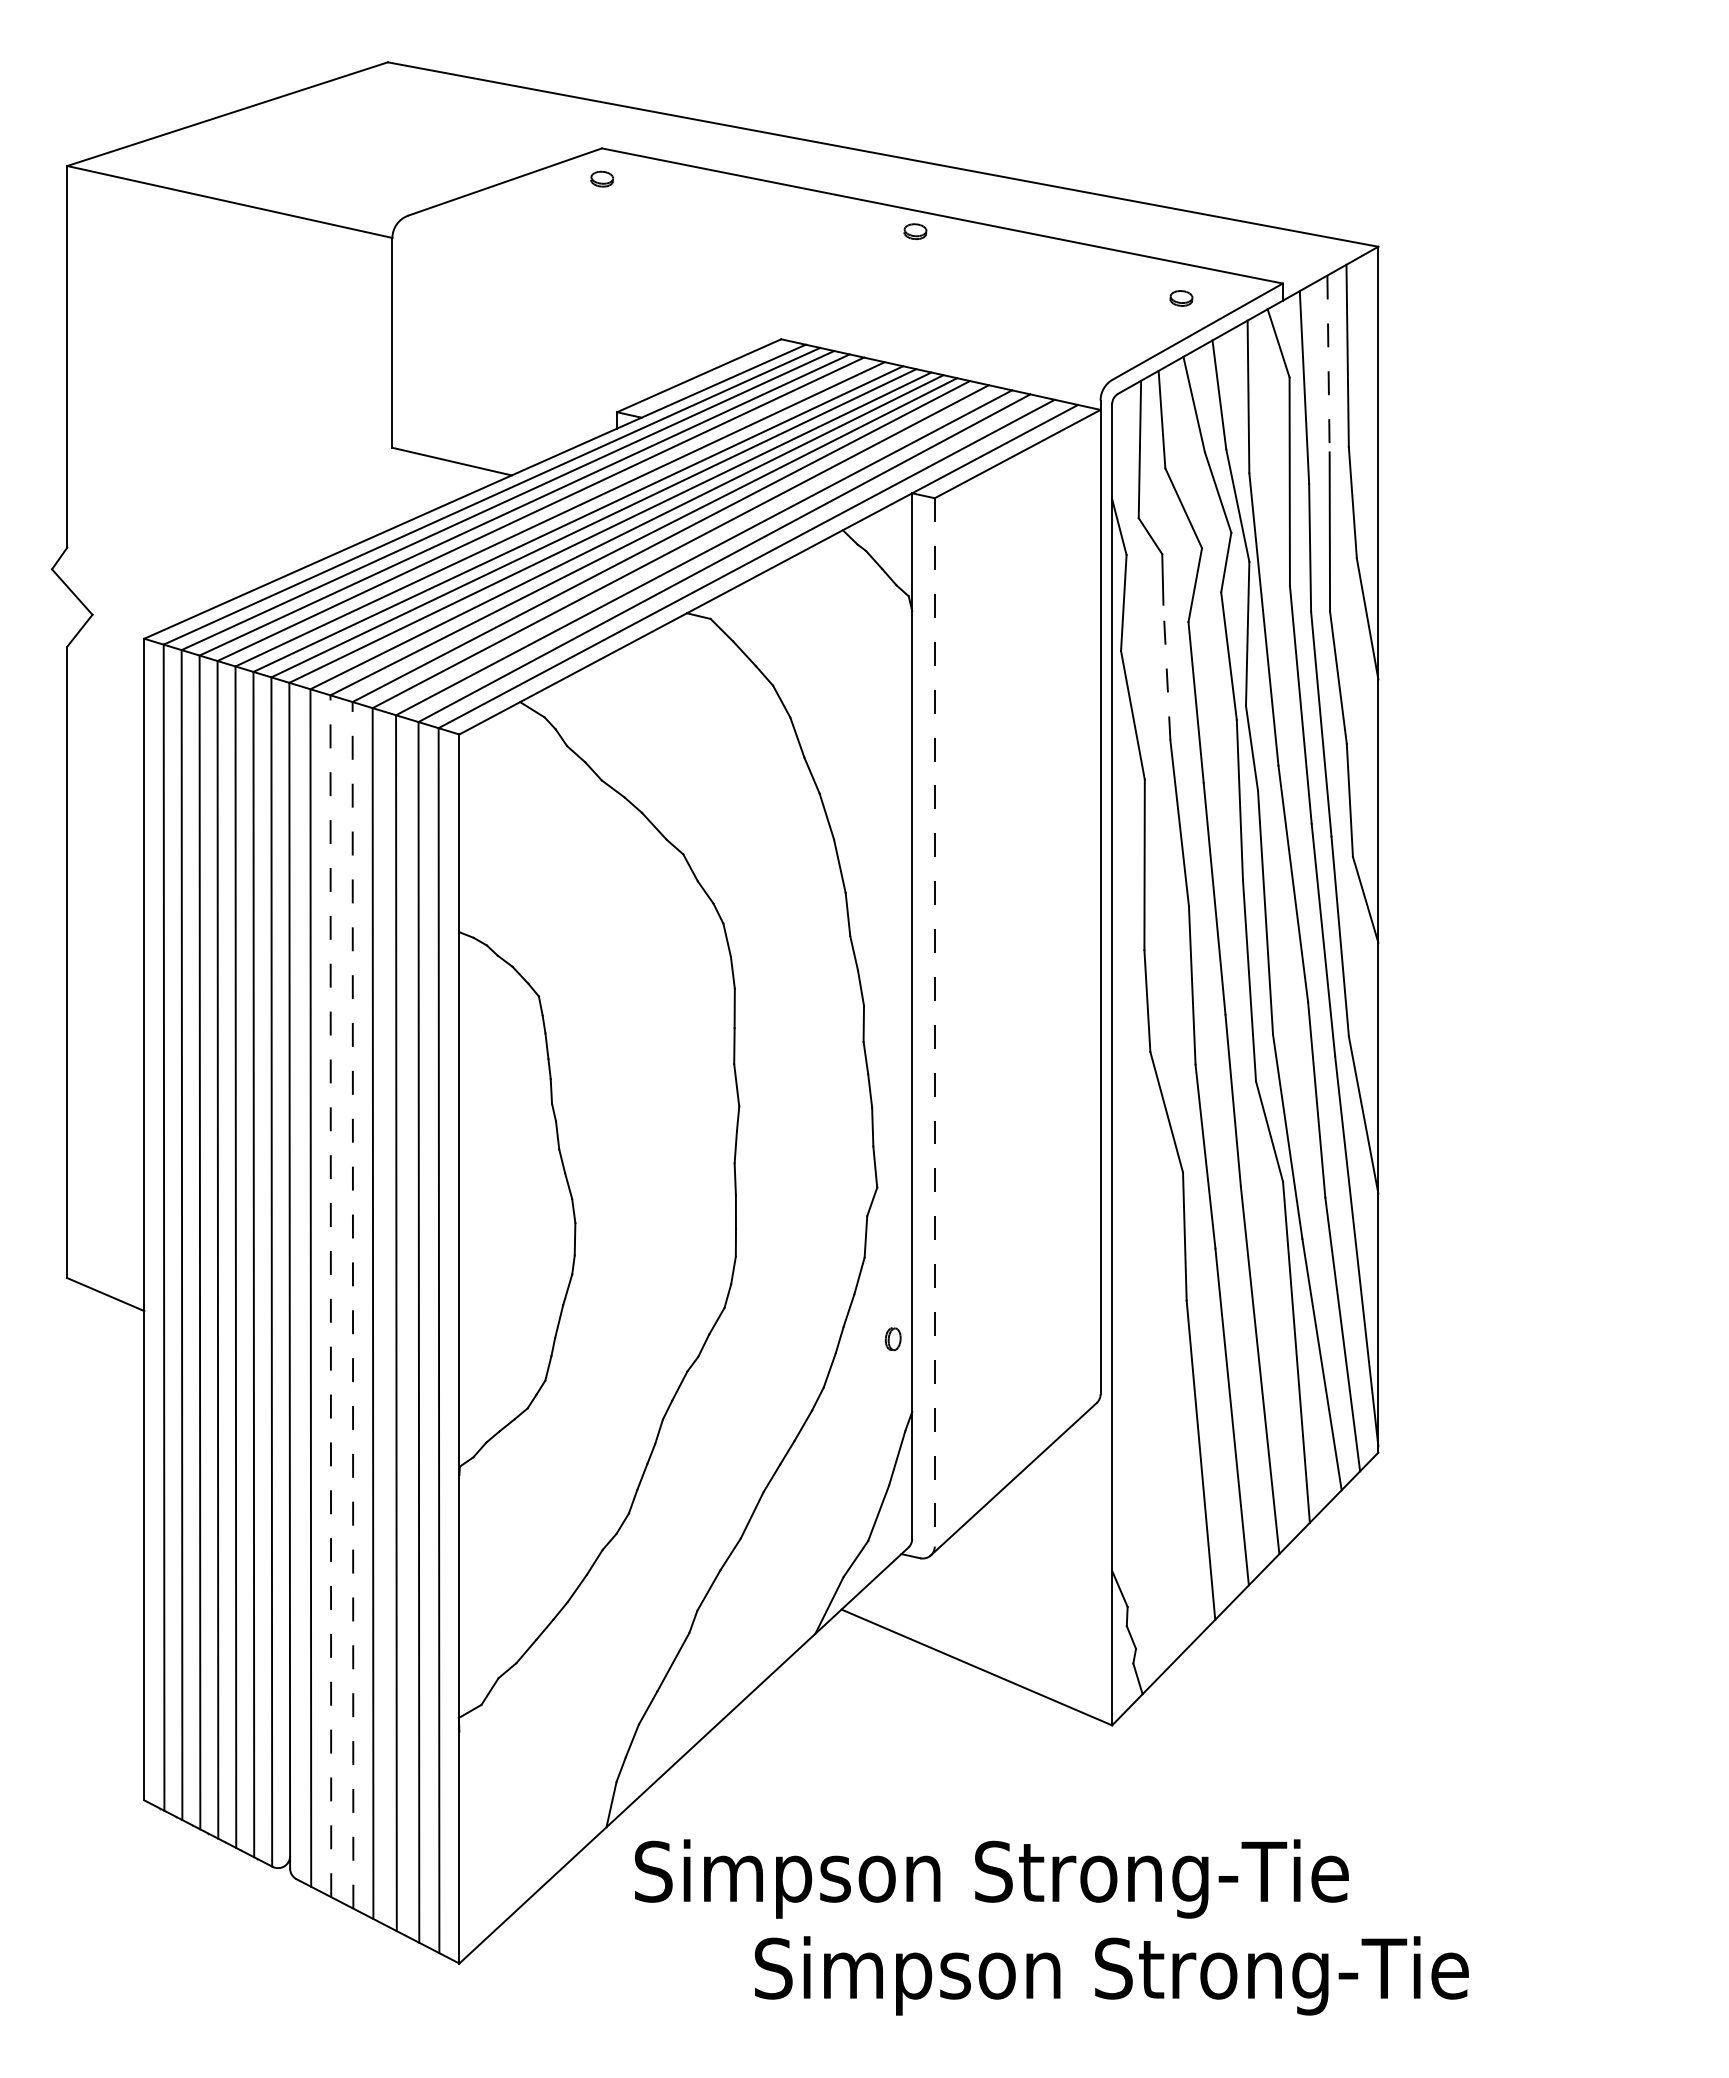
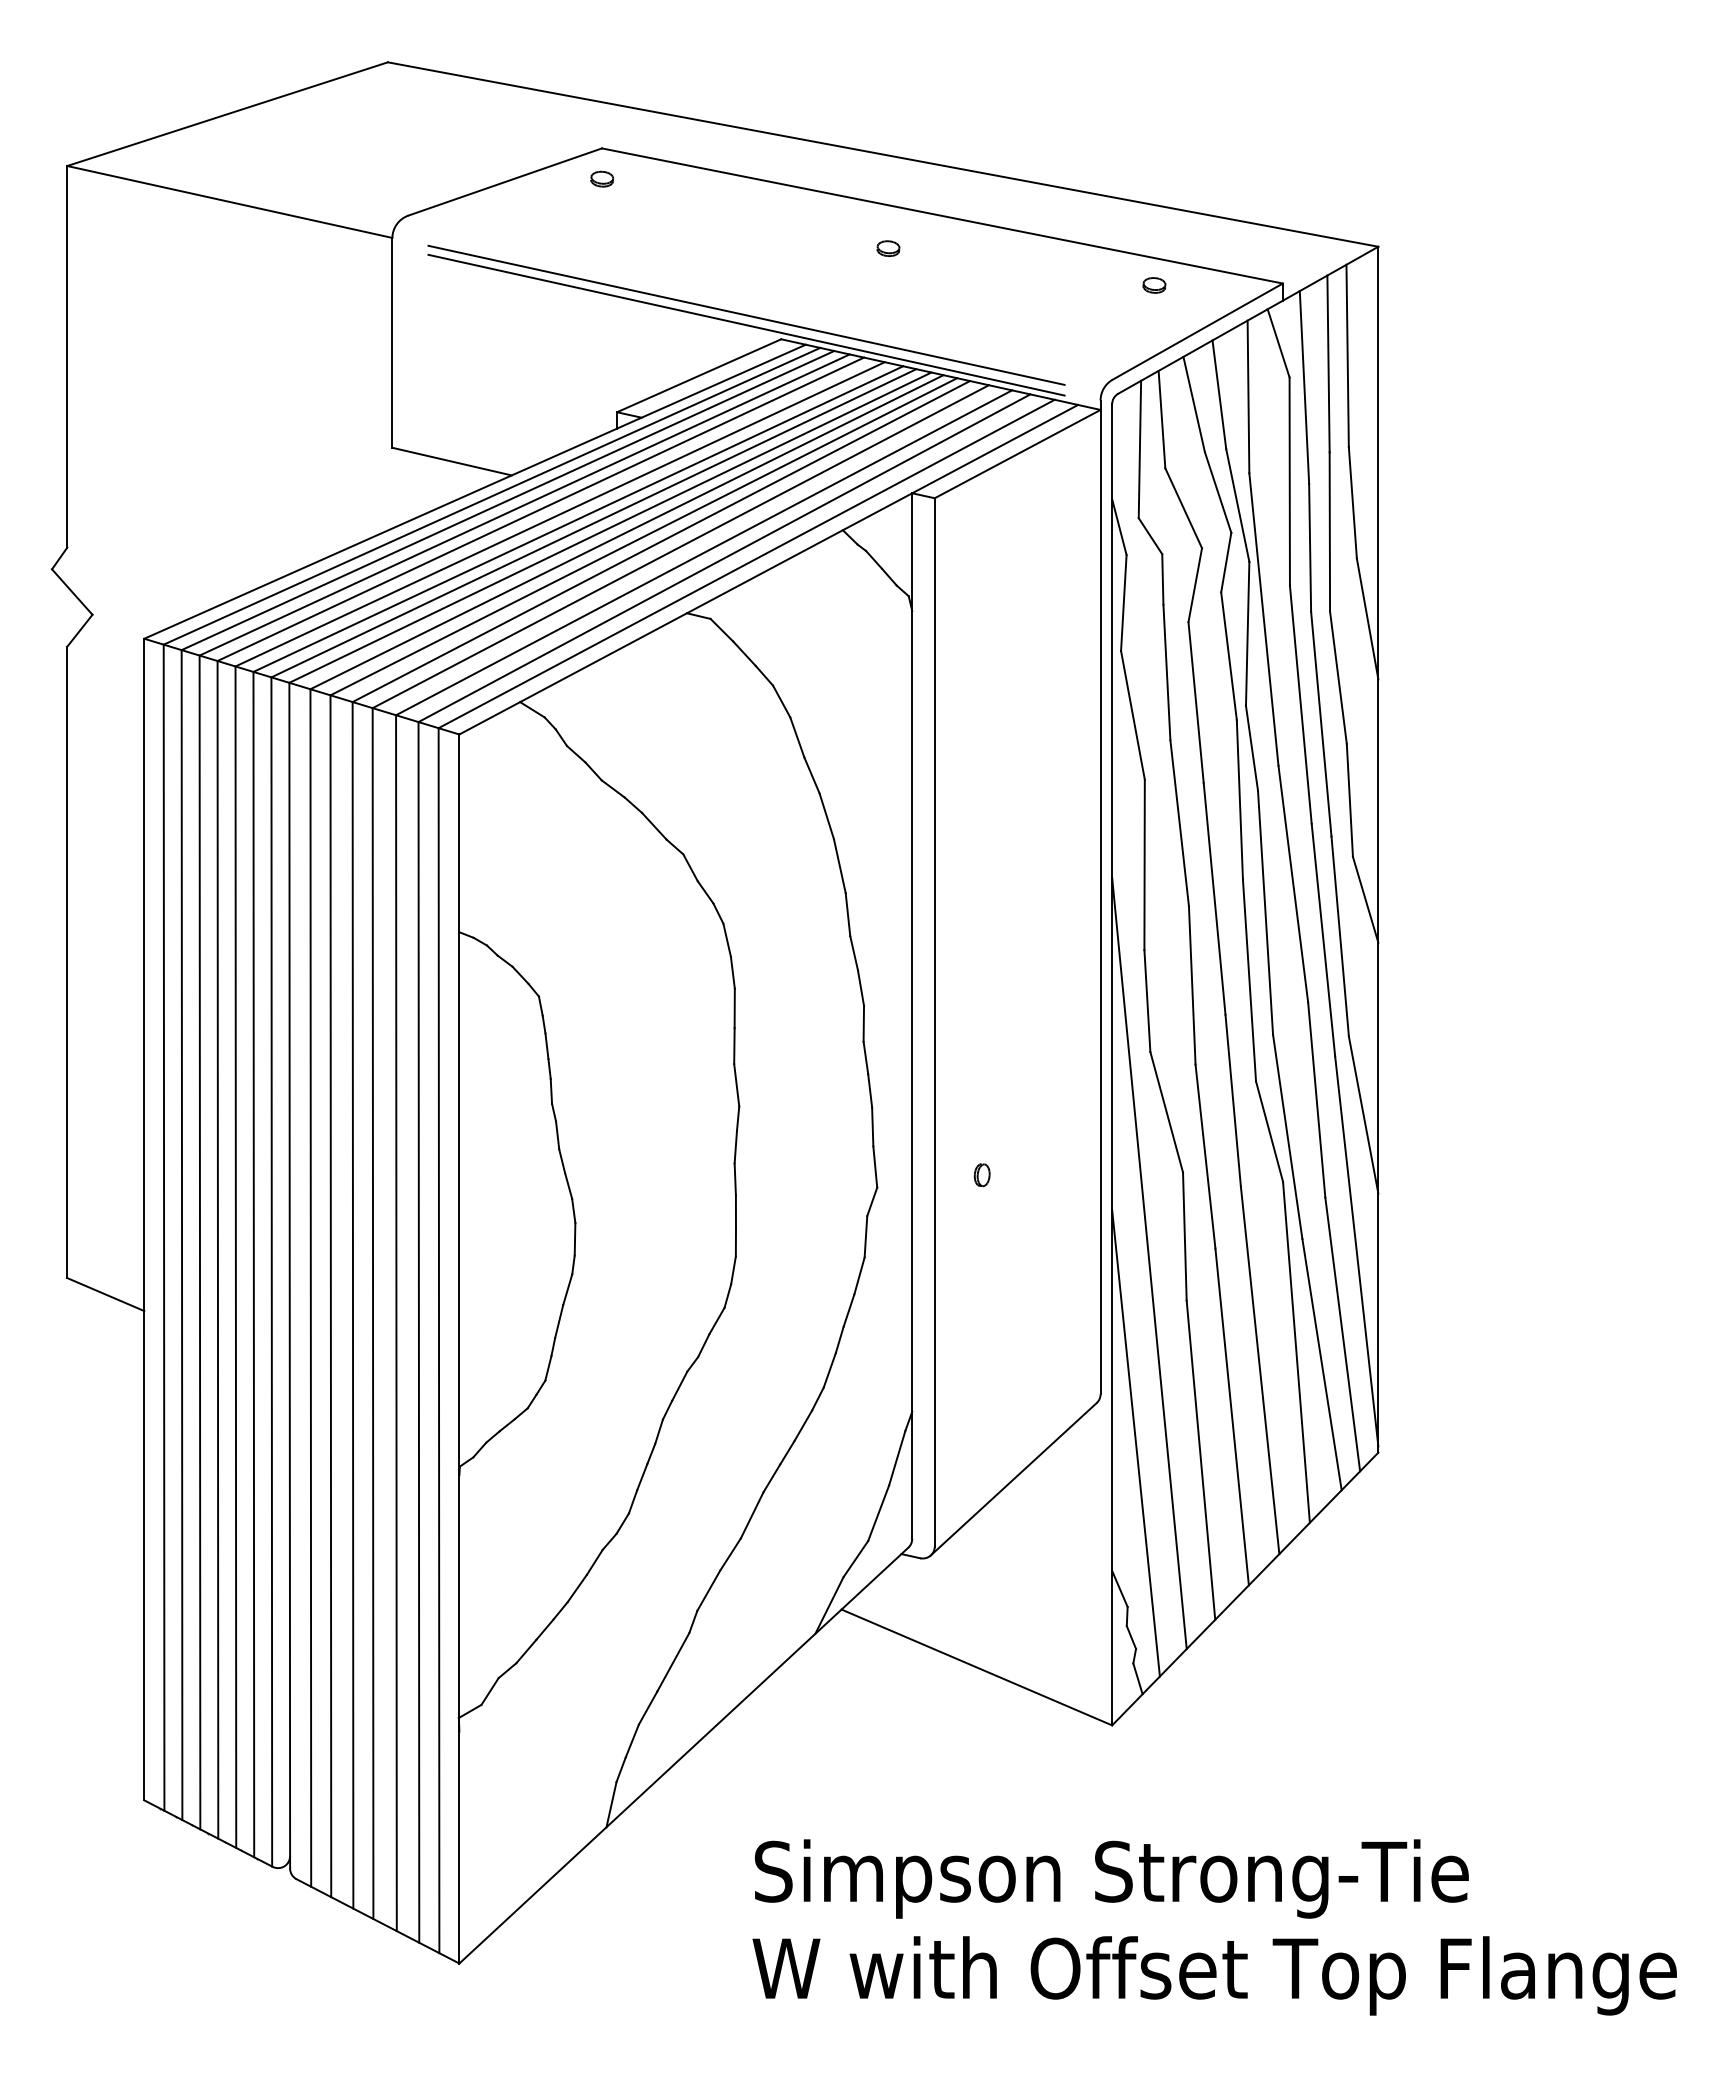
part at (915, 231) position: (915, 231) -> (888, 248)
part at (1181, 298) position: (1181, 298) -> (1154, 285)
line at (746, 314): none -> present
line at (746, 324): none -> present
line at (1328, 364): dashed -> solid
line at (1166, 672): dashed -> solid
line at (934, 1022): dashed -> solid
line at (1149, 1263): none -> present
line at (330, 1296): dashed -> solid
line at (353, 1304): dashed -> solid
part at (892, 1339) position: (892, 1339) -> (981, 1175)
line at (1135, 1443): none -> present
text at (991, 1878) position: (991, 1878) -> (1111, 1878)
text at (1214, 1975): Simpson Strong-Tie -> W with Offset Top Flange
